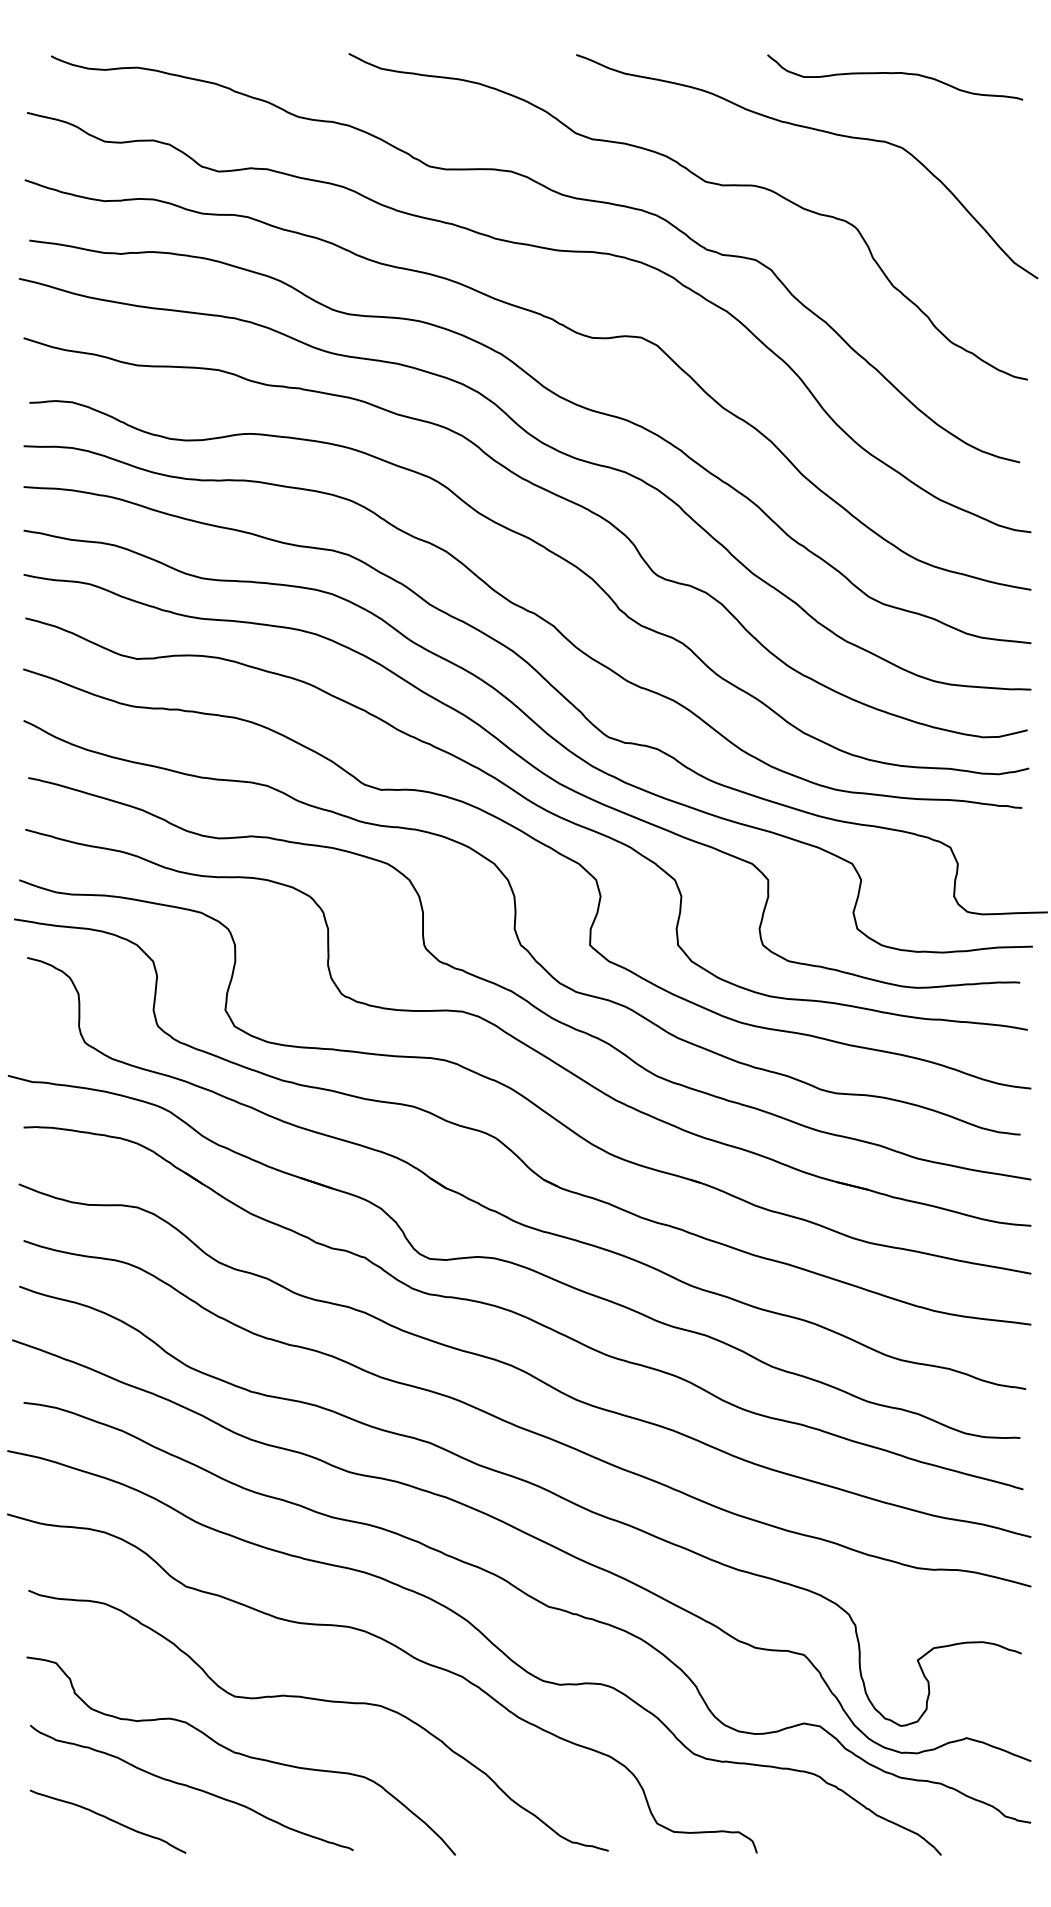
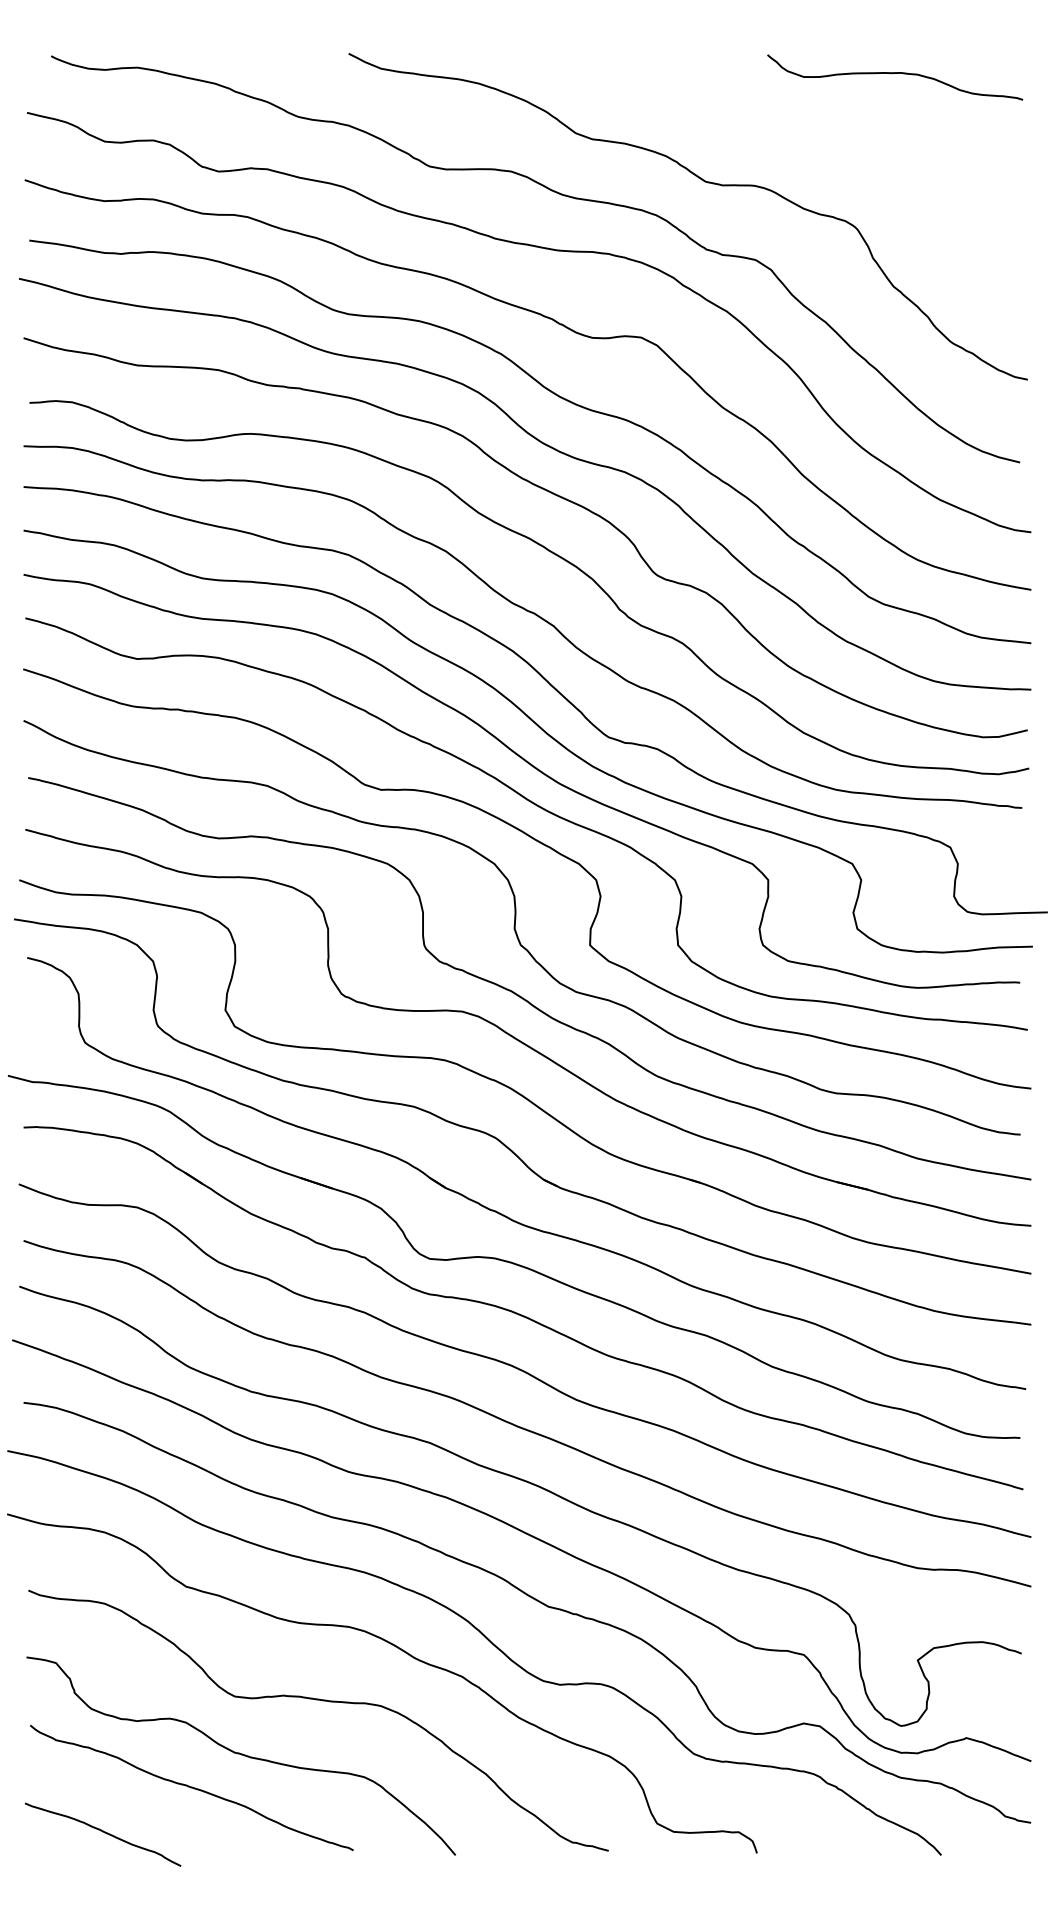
curve at (814, 130): present -> none
curve at (109, 1820) position: (109, 1820) -> (104, 1833)
